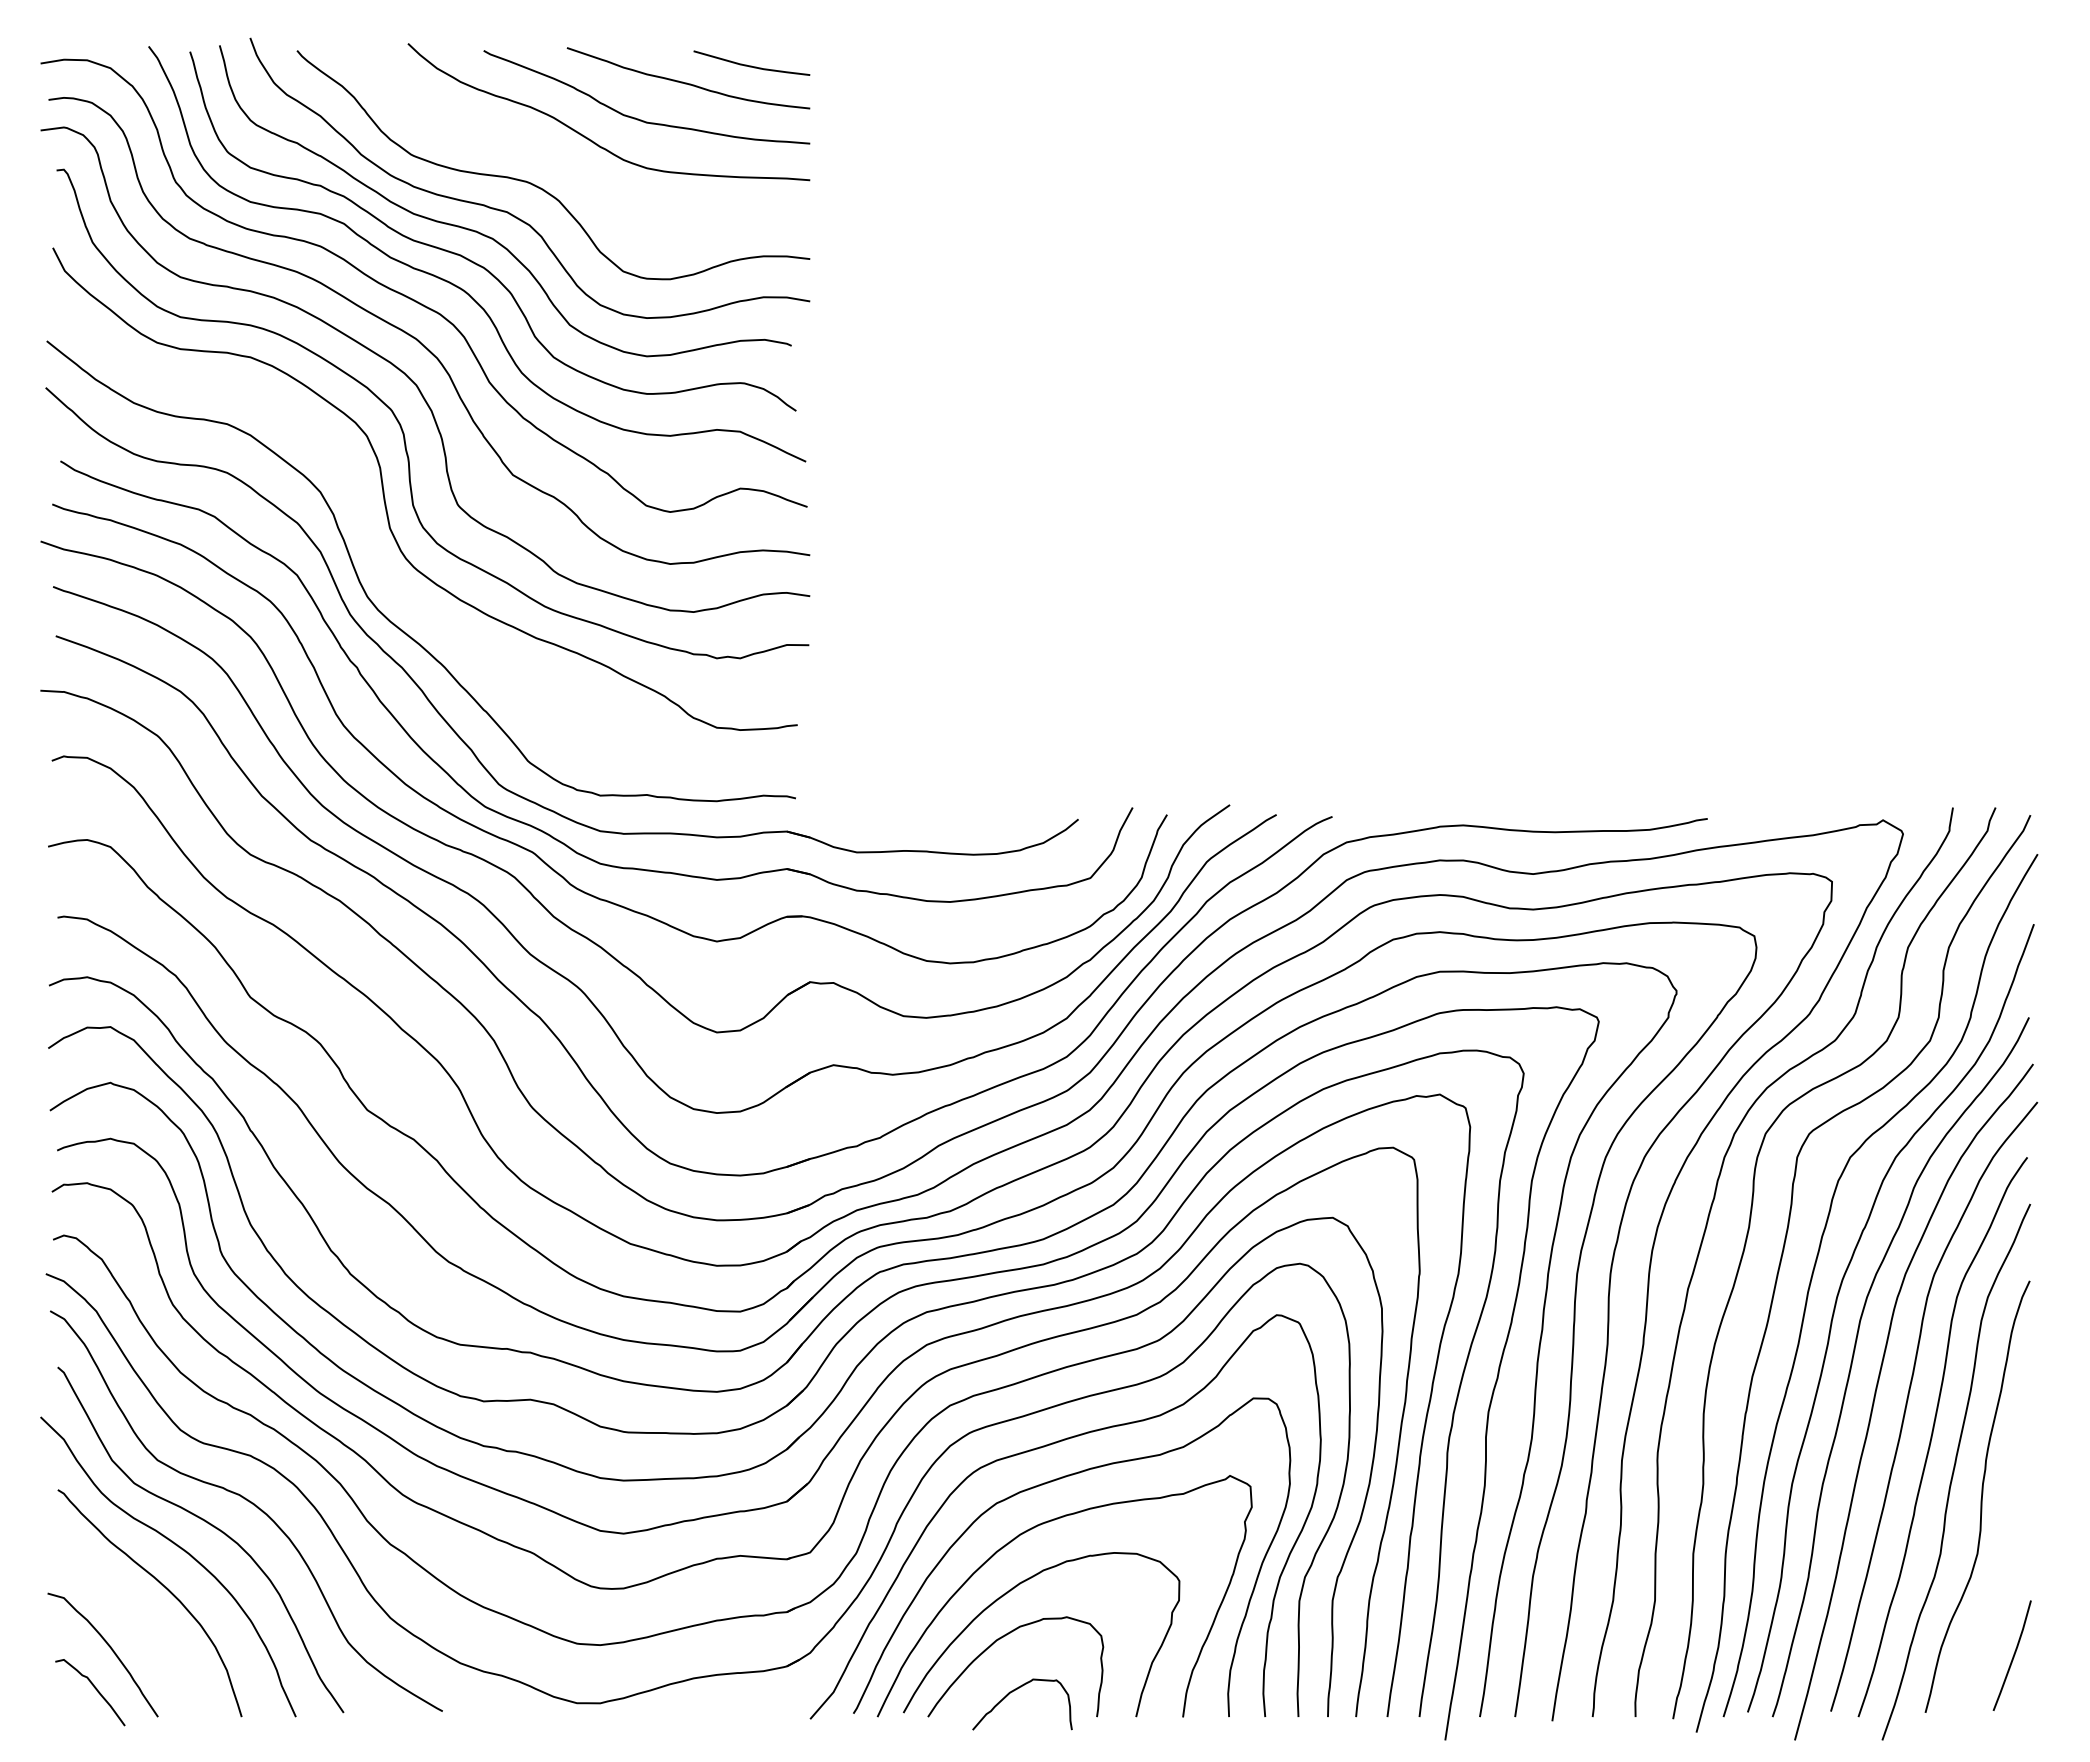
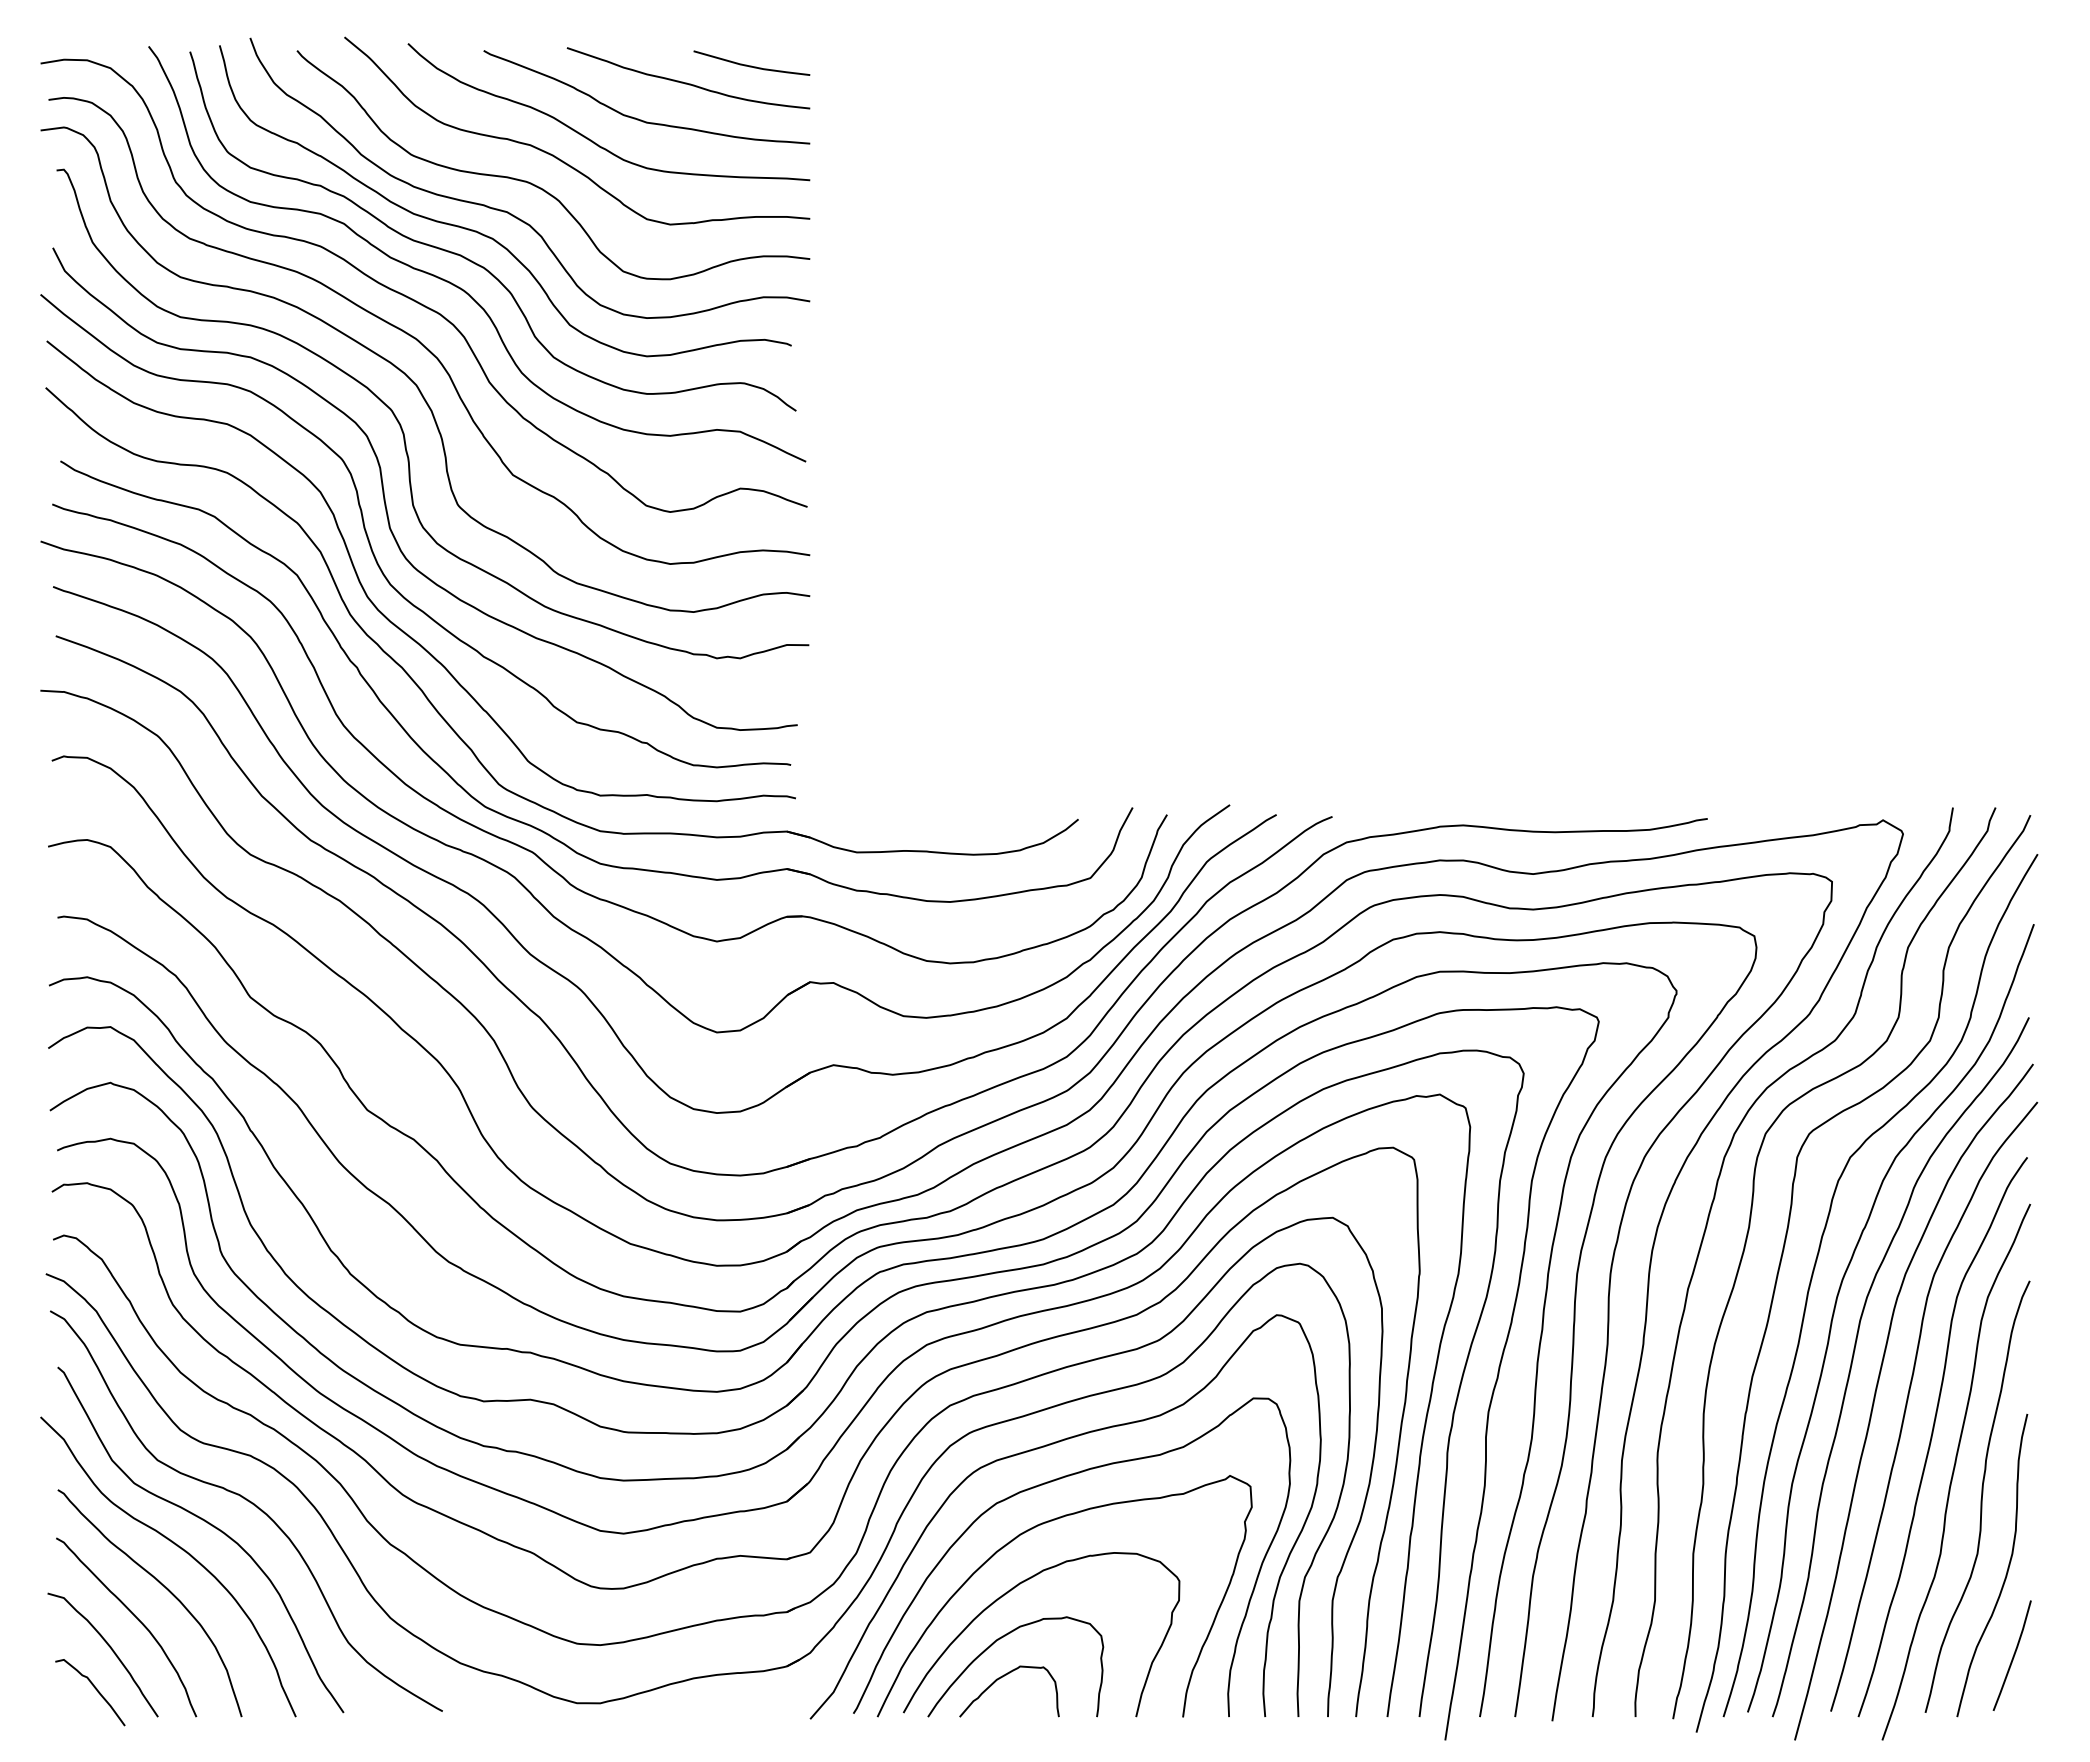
curve at (558, 157): none -> present
curve at (371, 545): none -> present
curve at (2007, 1567): none -> present
curve at (135, 1617): none -> present
curve at (1016, 1690) position: (1016, 1690) -> (1003, 1677)
